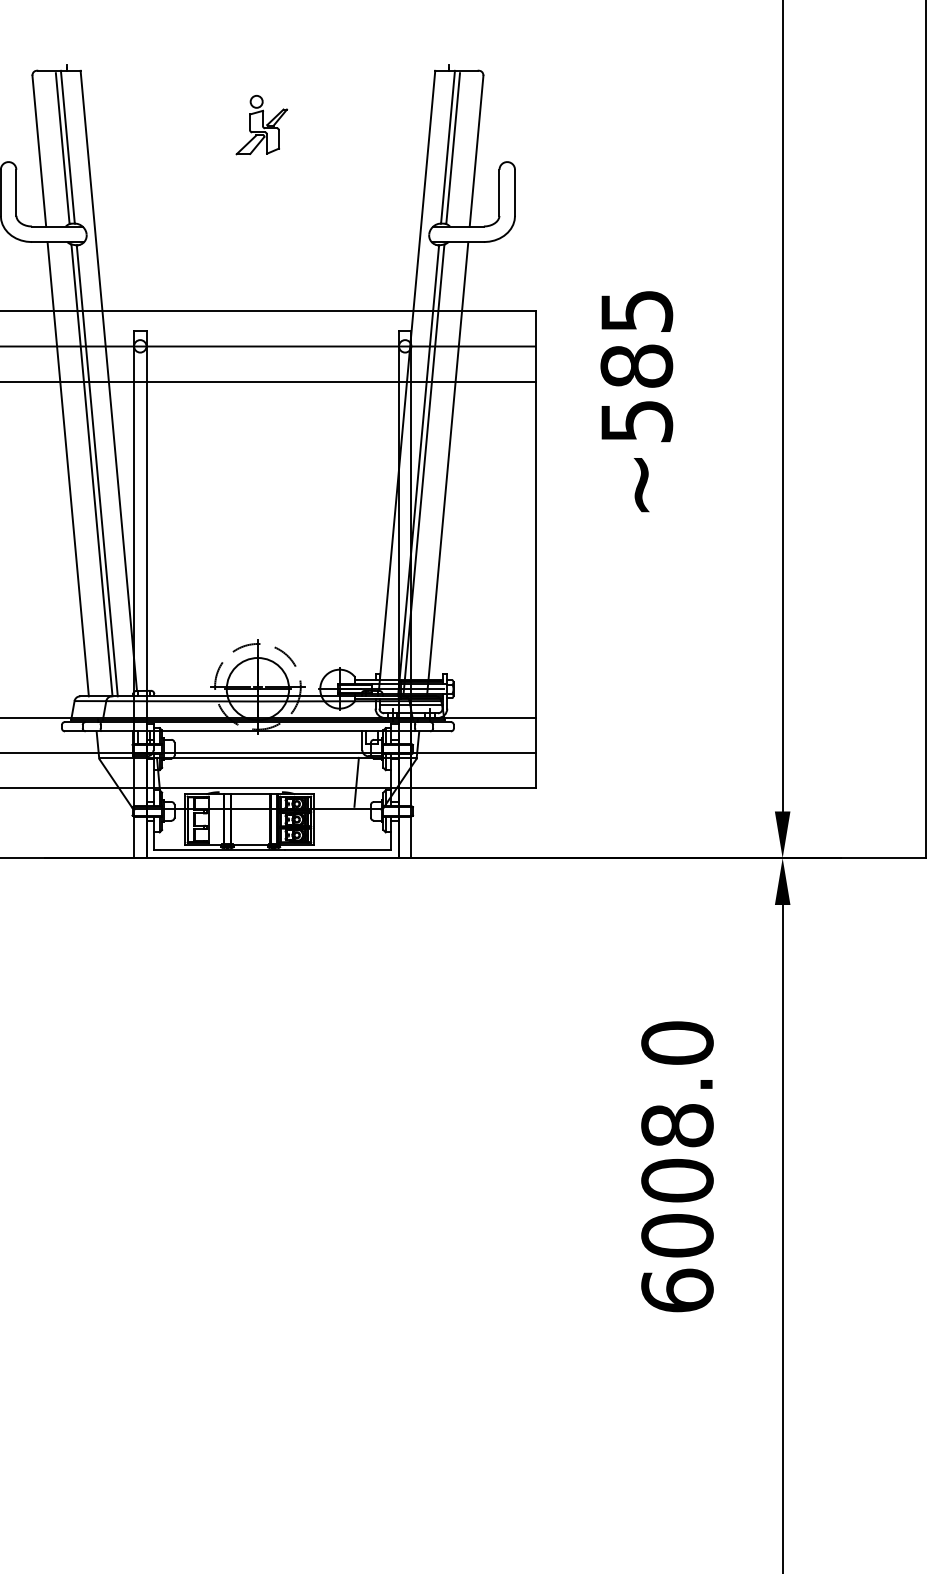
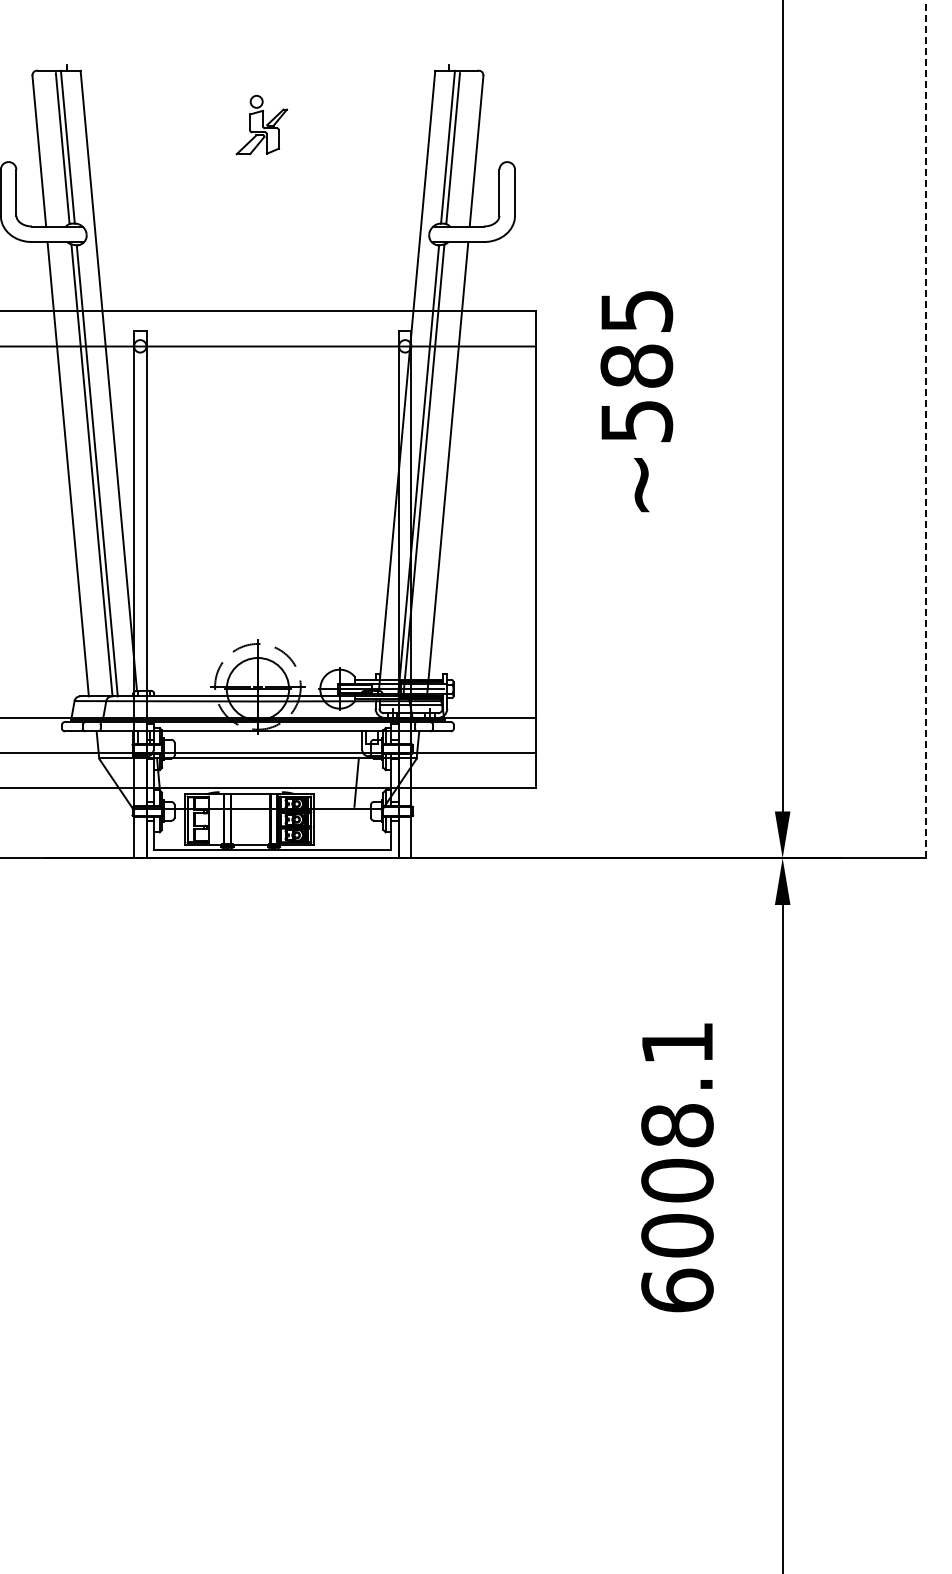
line at (269, 381): present -> none
line at (925, 429): solid -> dashed
text at (677, 1042): 6008.0 -> 6008.1
